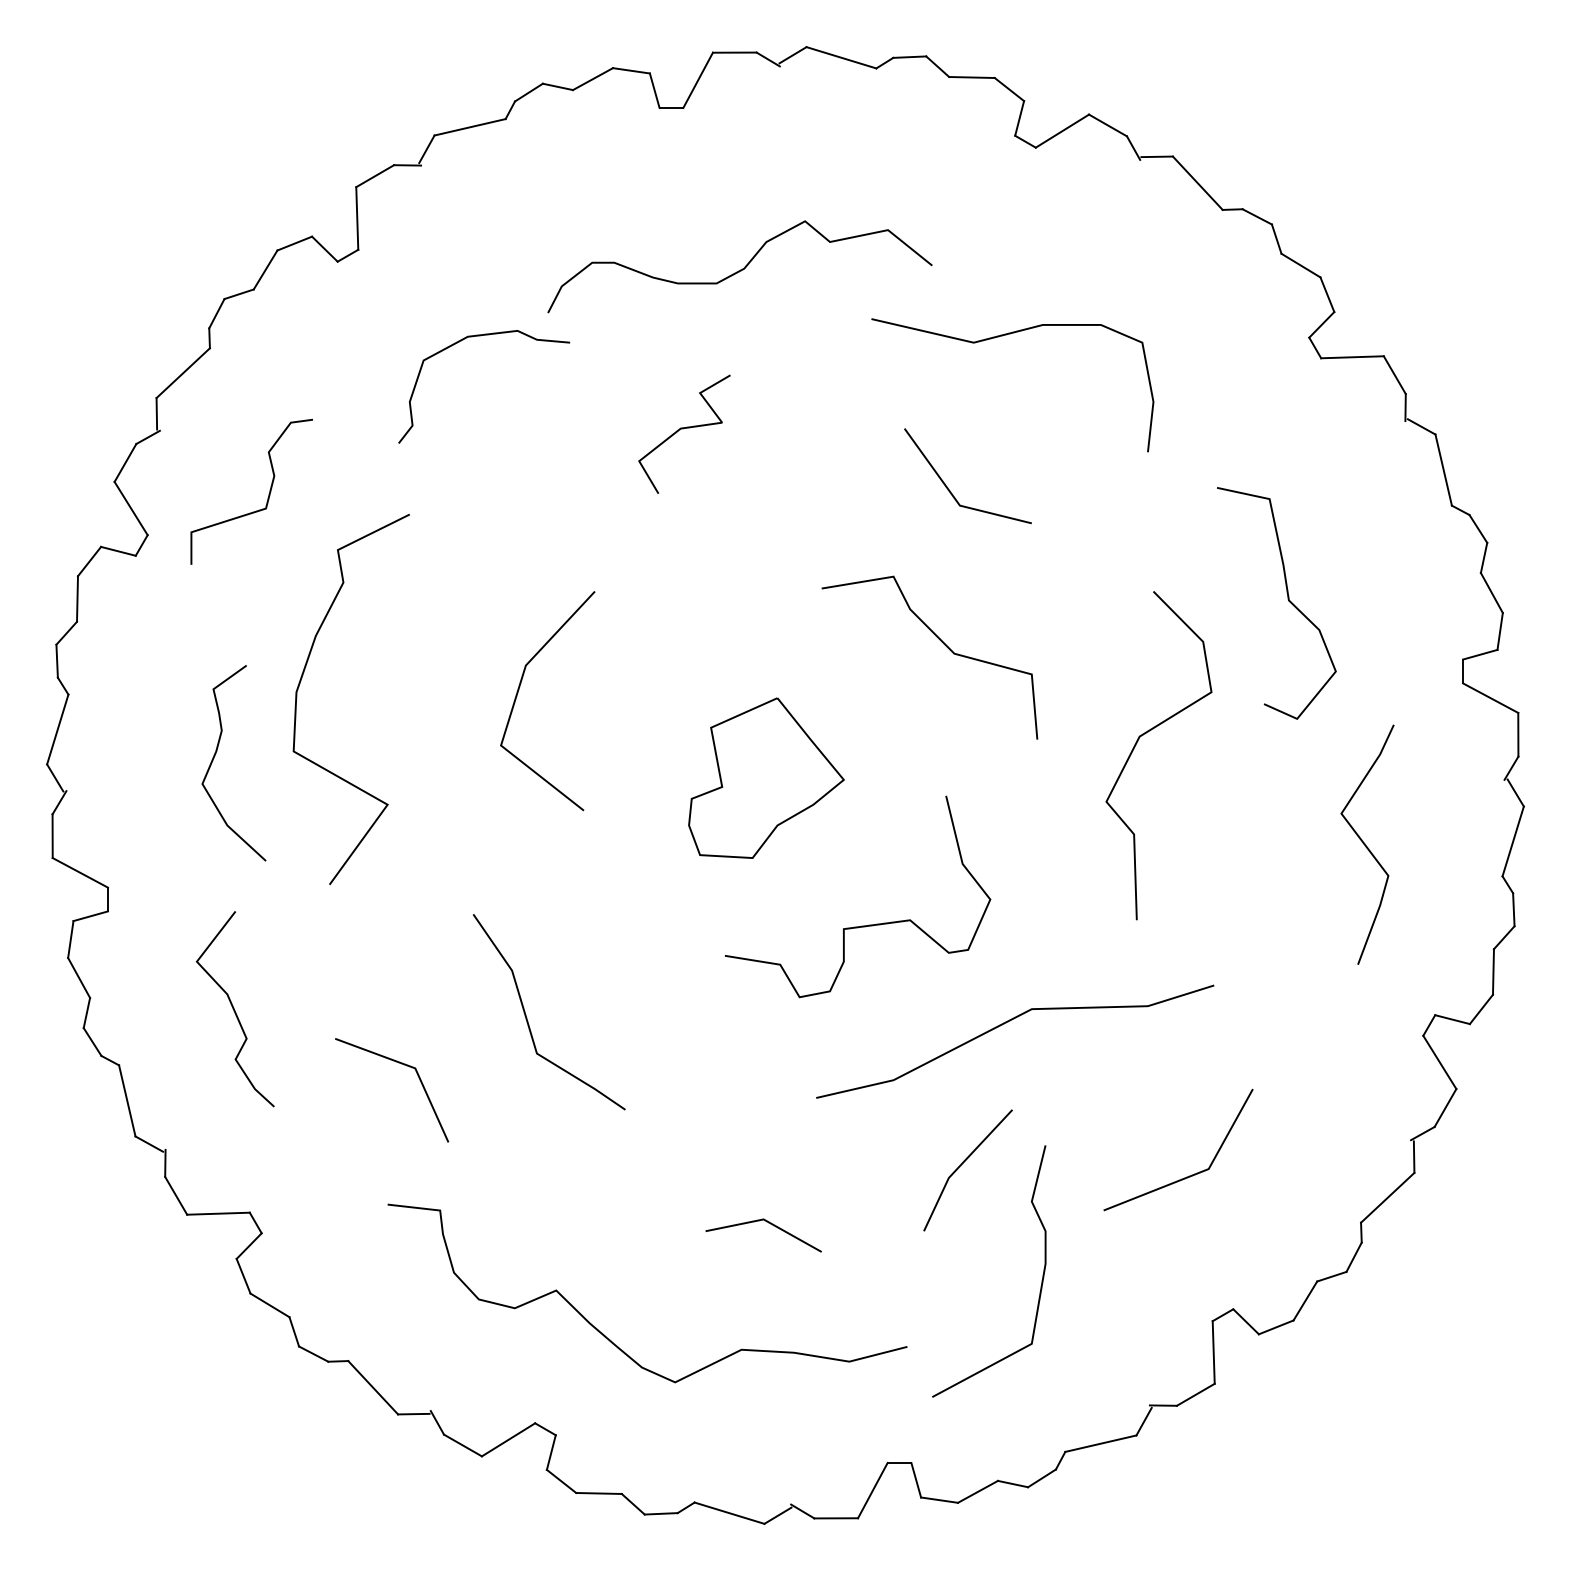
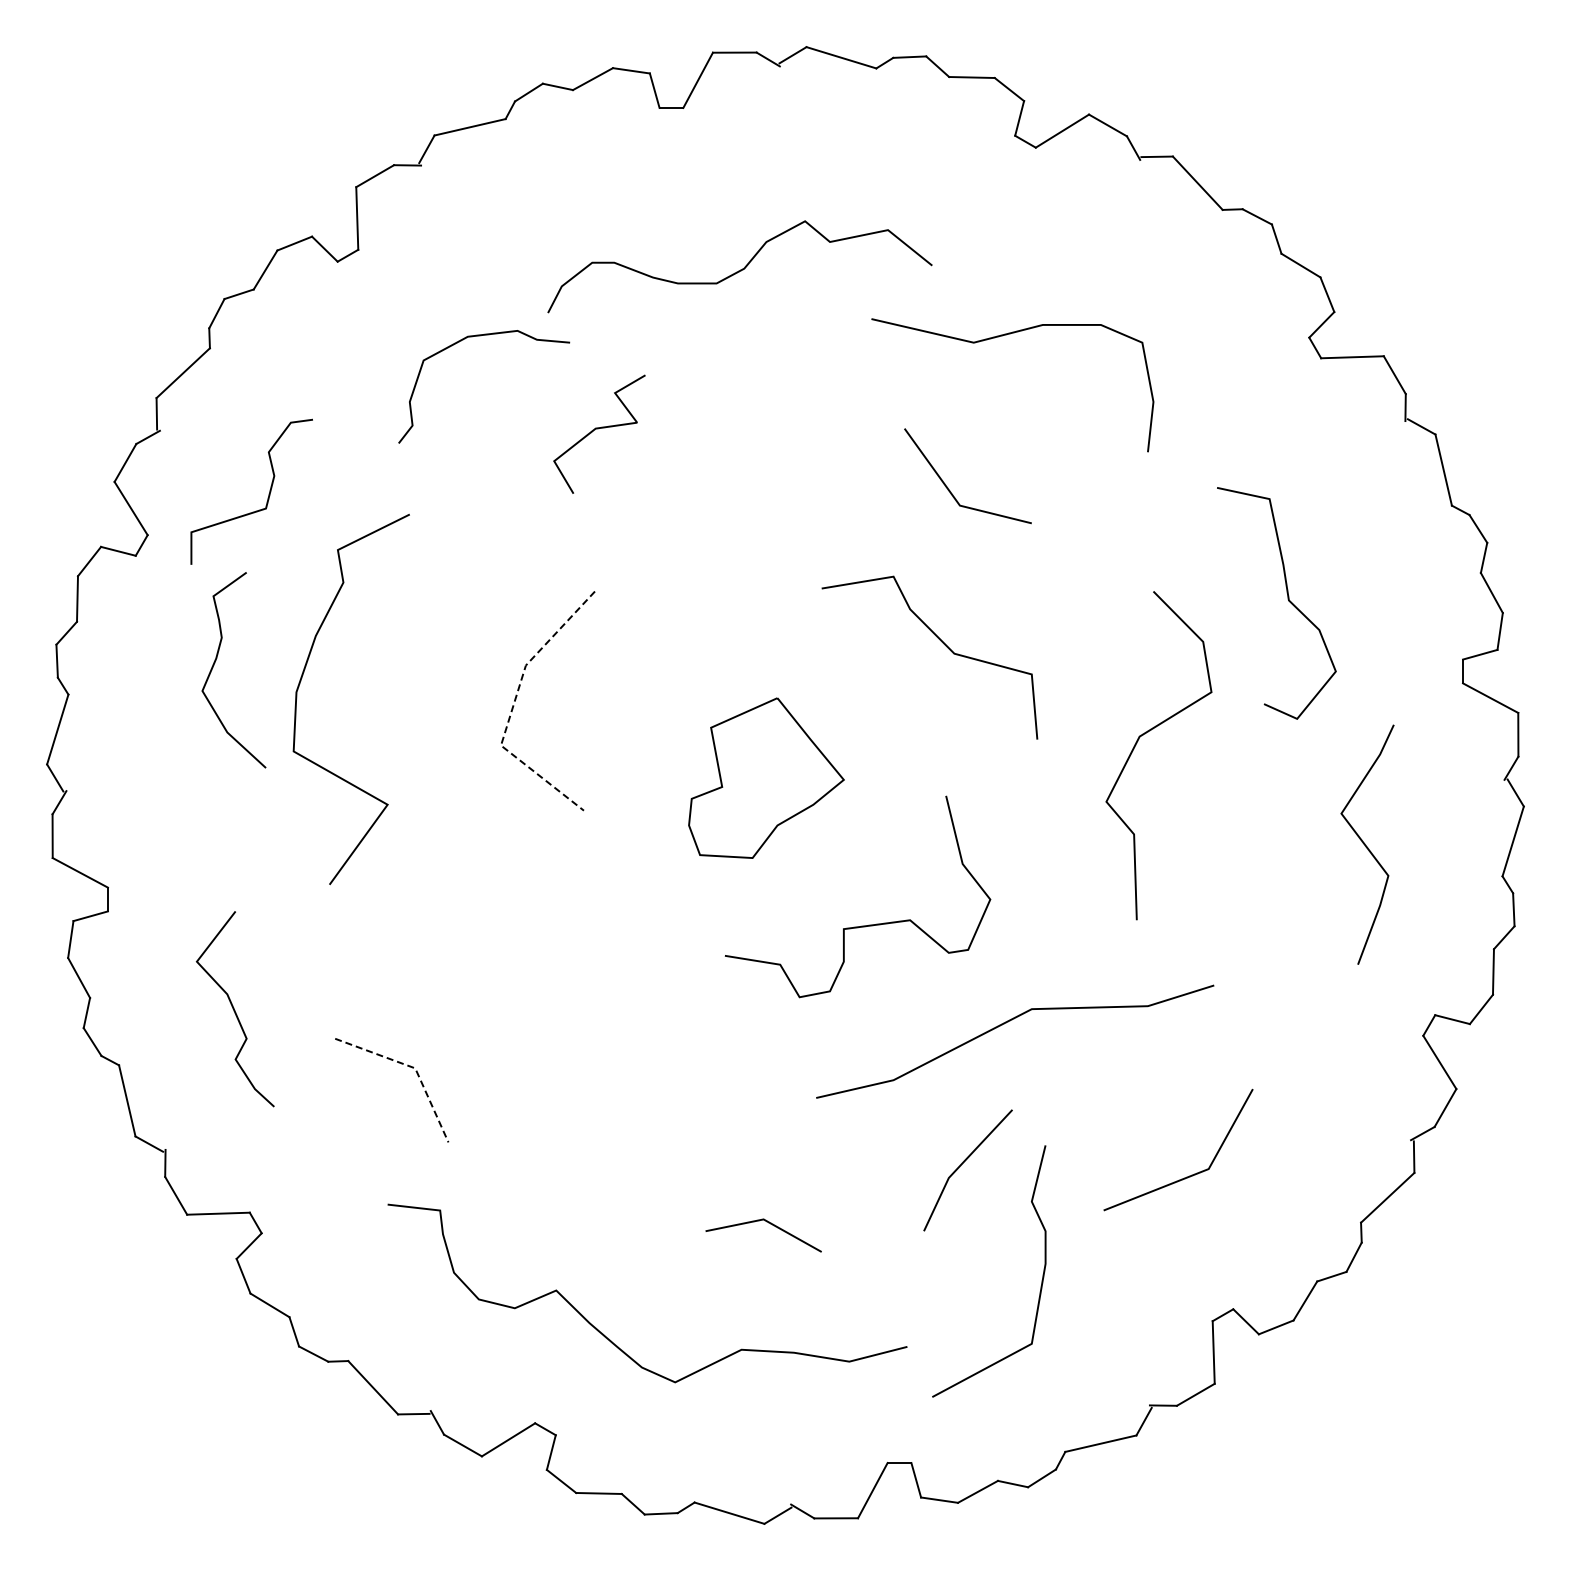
curve at (683, 429) position: (683, 429) -> (598, 429)
line at (512, 707): solid -> dashed
curve at (215, 756) position: (215, 756) -> (215, 663)
line at (527, 1017): present -> none
line at (414, 1068): solid -> dashed
